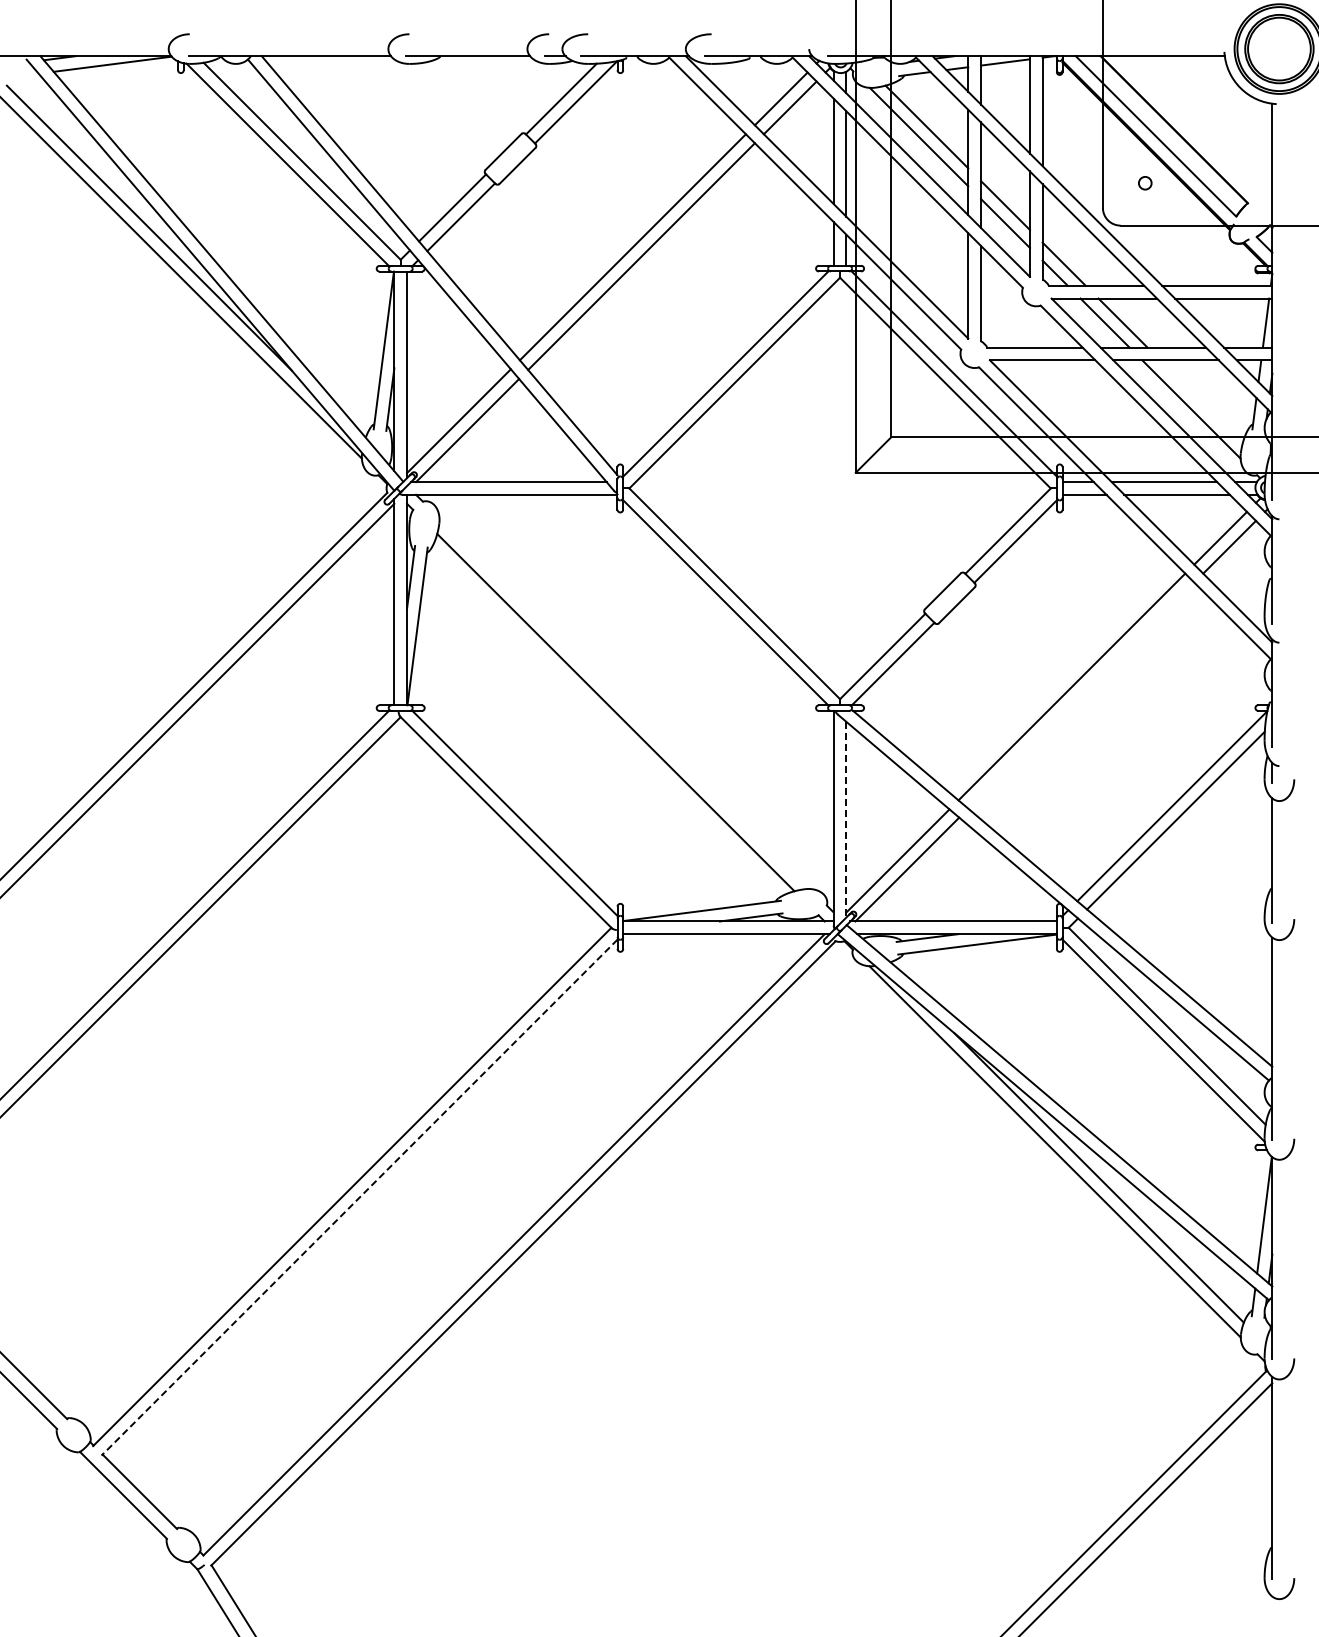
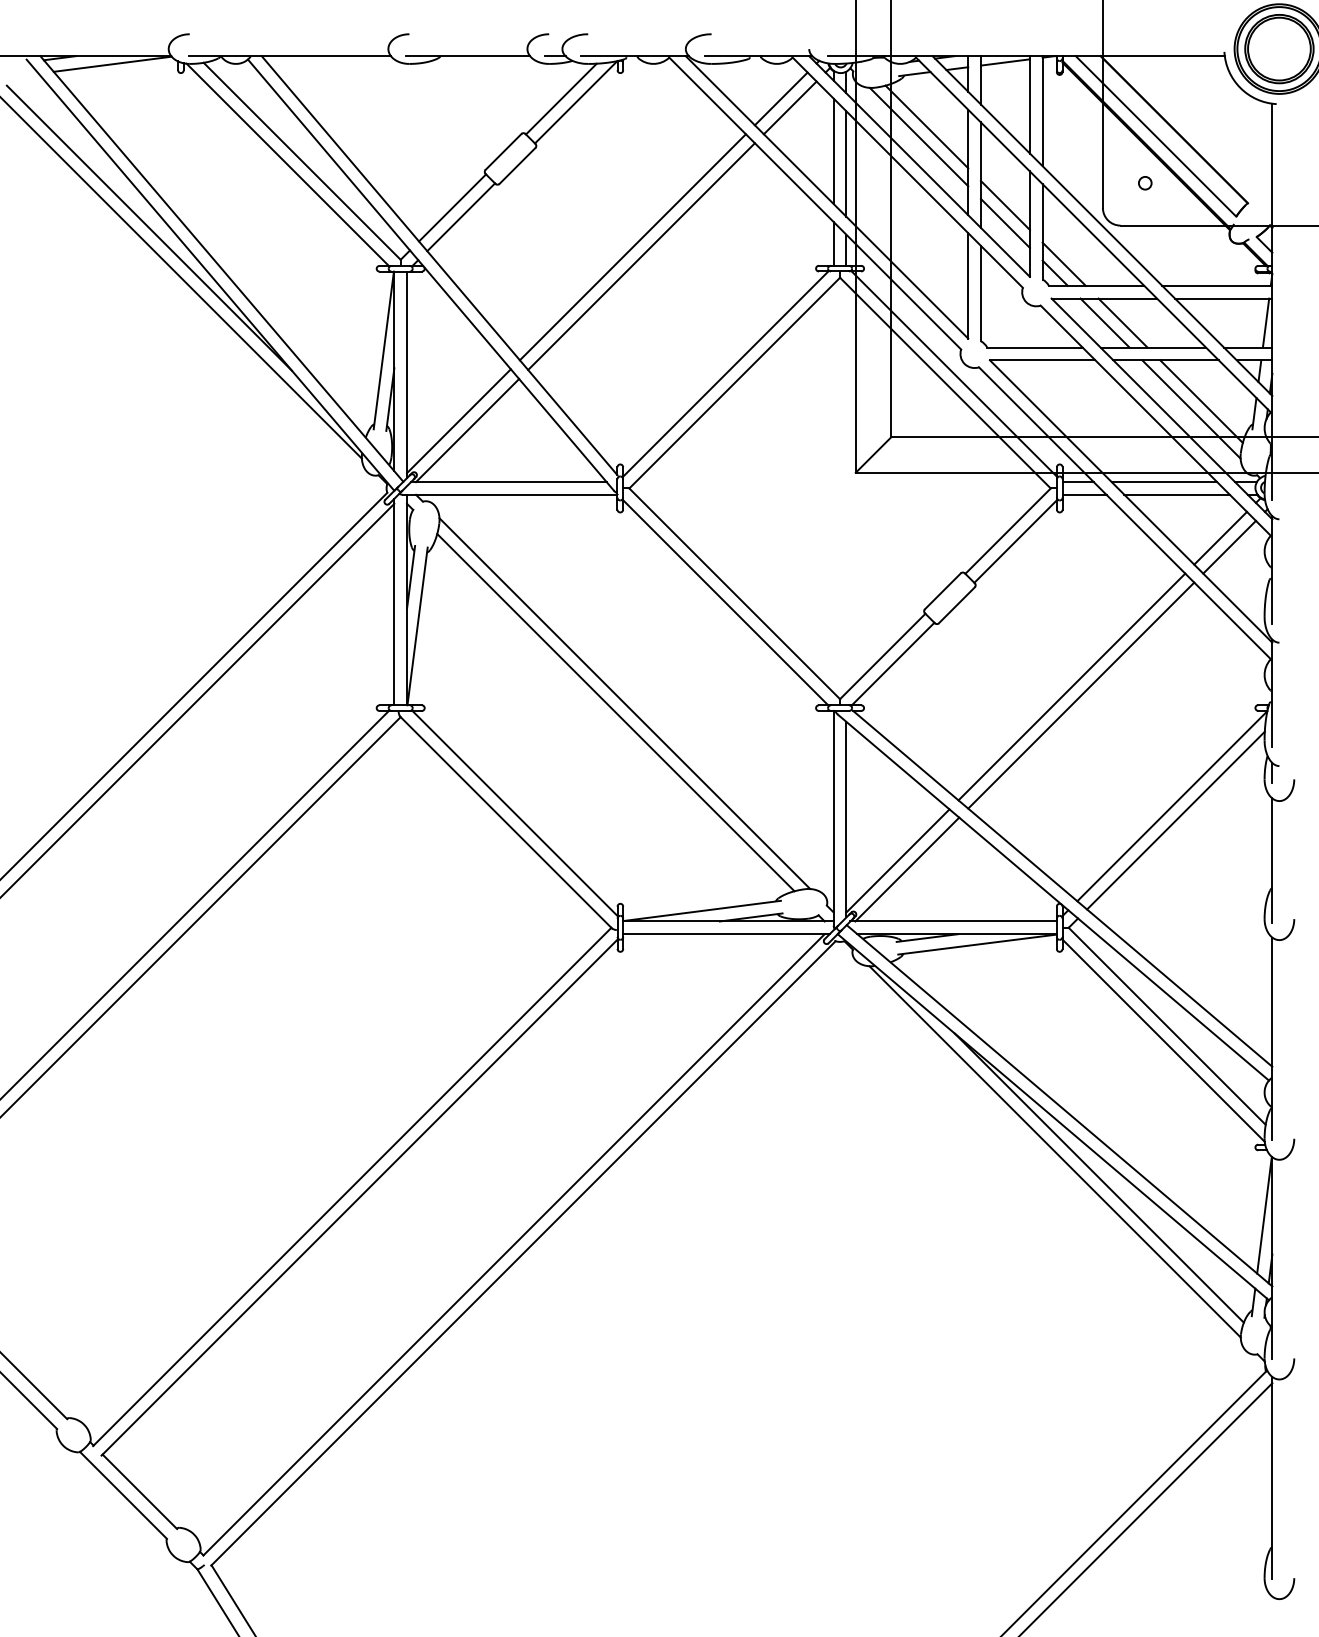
line at (1201, 401): none -> present
line at (1081, 695): none -> present
line at (624, 703): none -> present
line at (846, 819): dashed -> solid
line at (359, 1197): dashed -> solid
